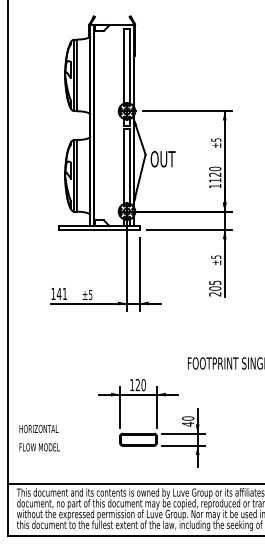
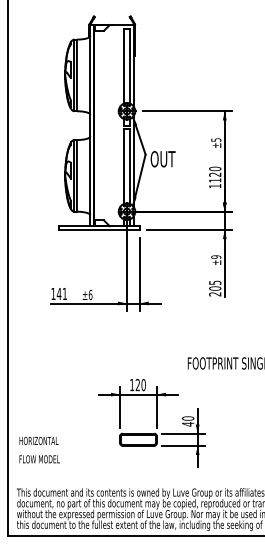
text at (215, 256): ±5 -> ±9
text at (90, 294): ±5 -> ±6
text at (39, 437) position: (39, 437) -> (39, 449)
line at (134, 484): present -> none
